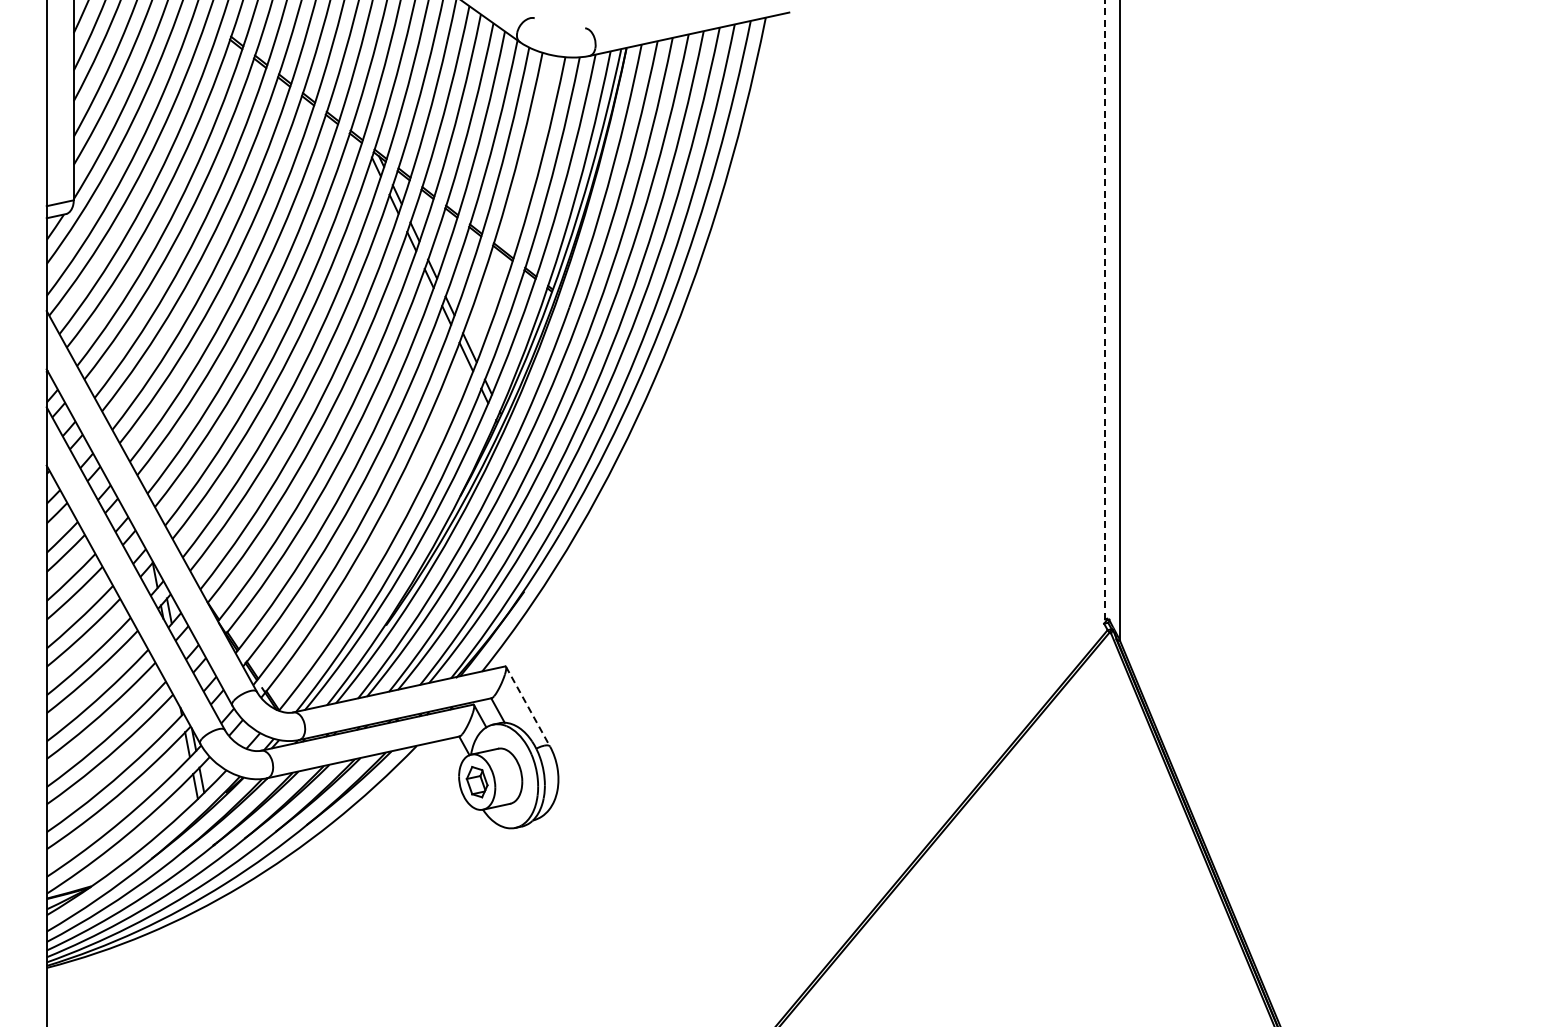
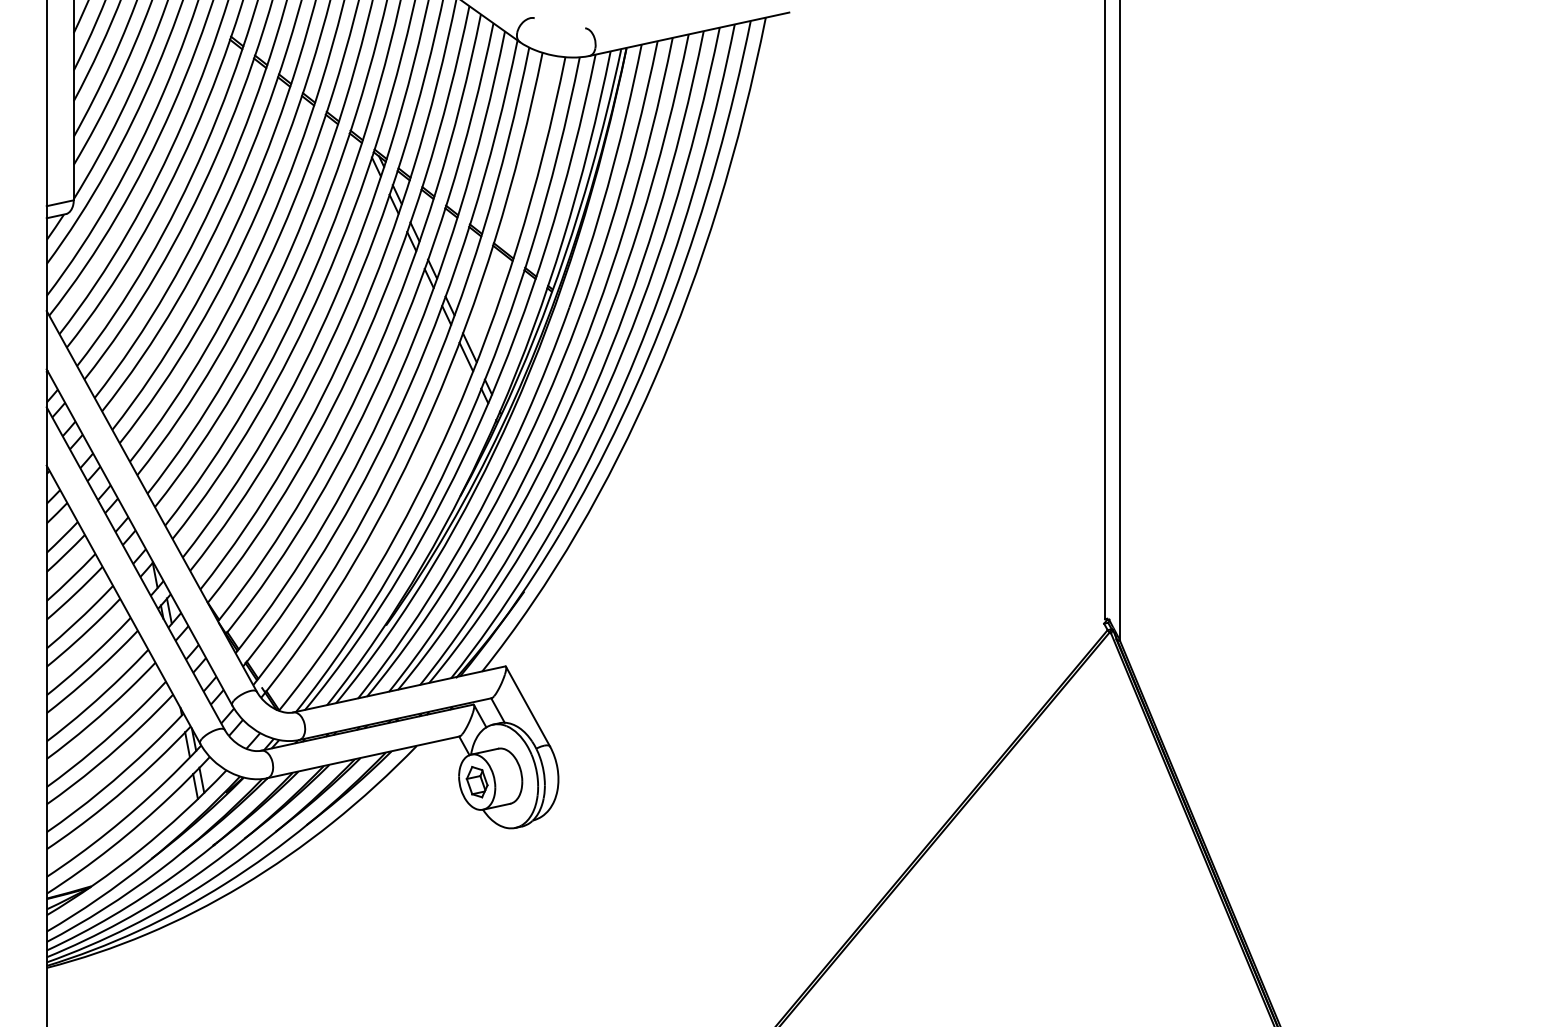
line at (1105, 310): dashed -> solid
line at (528, 706): dashed -> solid
